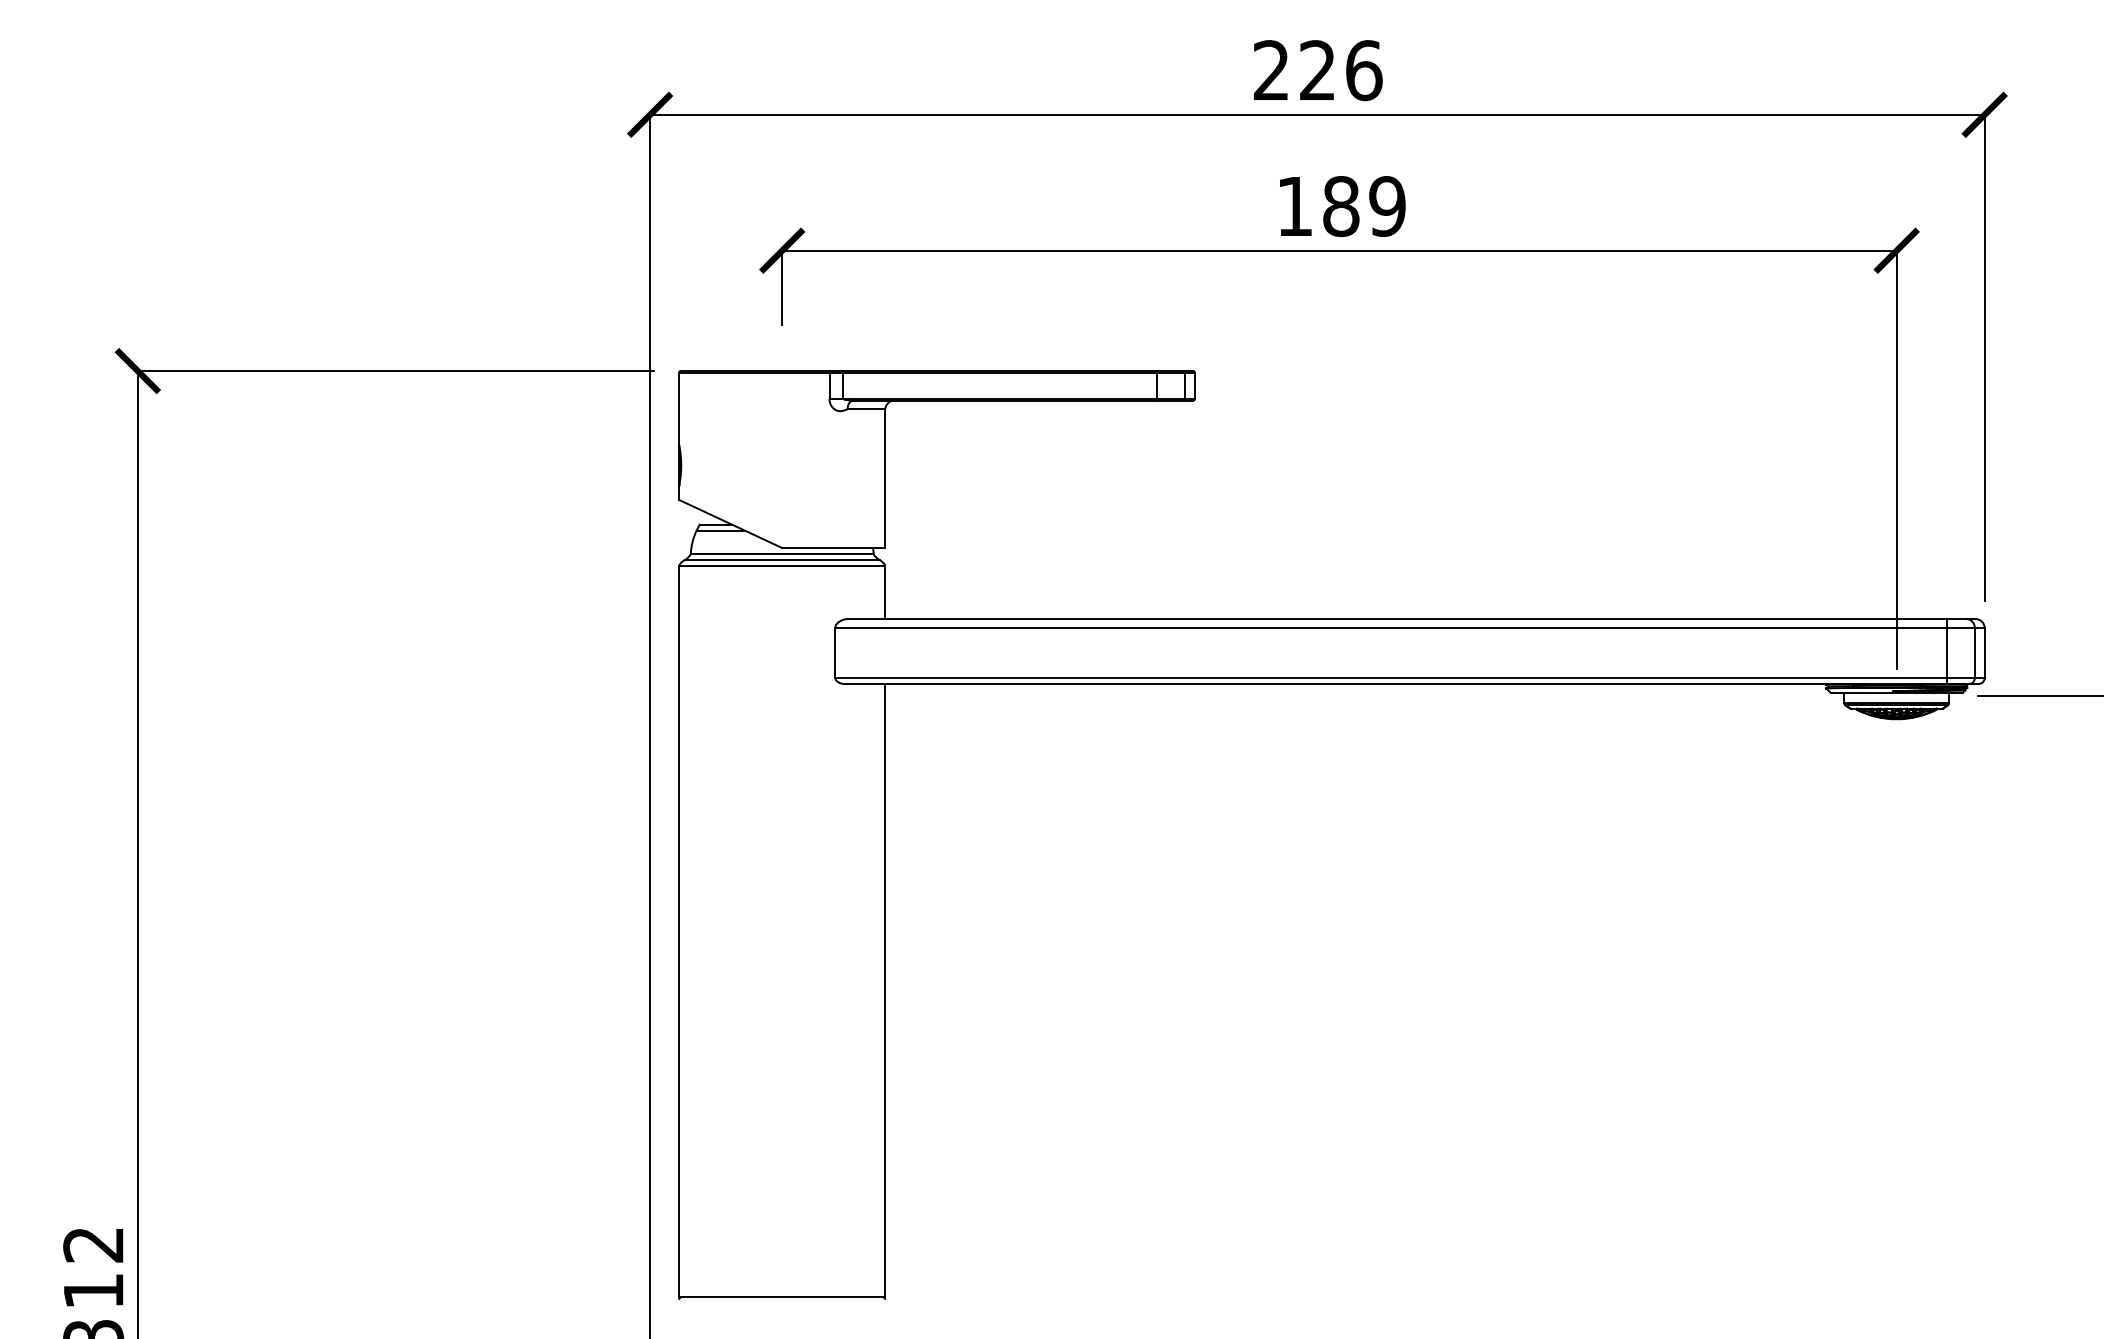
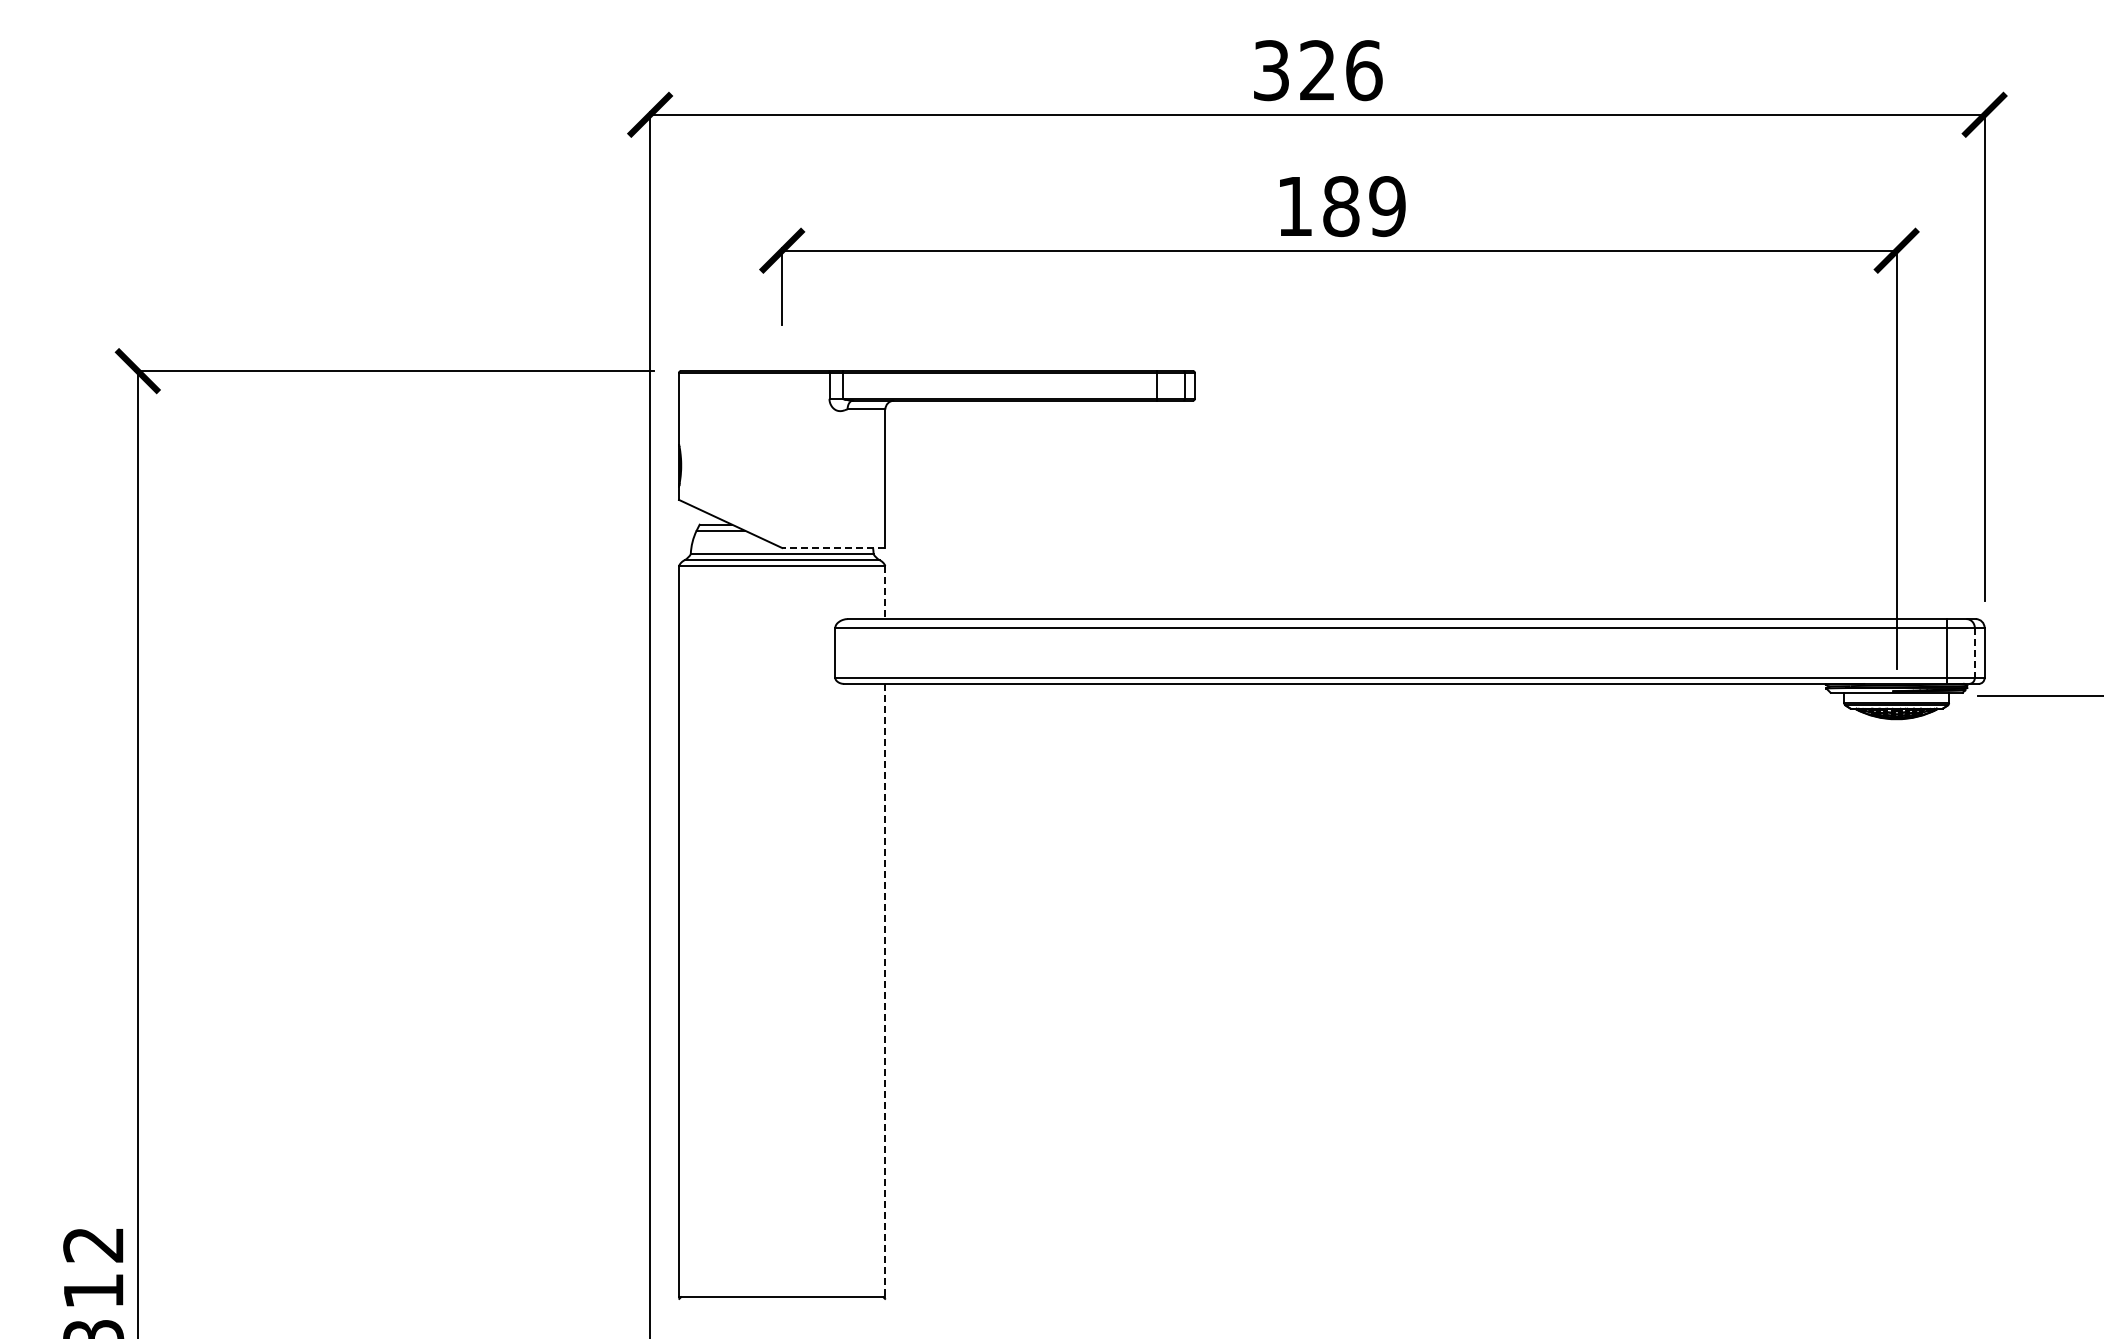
text at (1270, 70): 226 -> 326
line at (833, 548): solid -> dashed
line at (885, 592): solid -> dashed
line at (1974, 653): solid -> dashed
line at (885, 990): solid -> dashed
